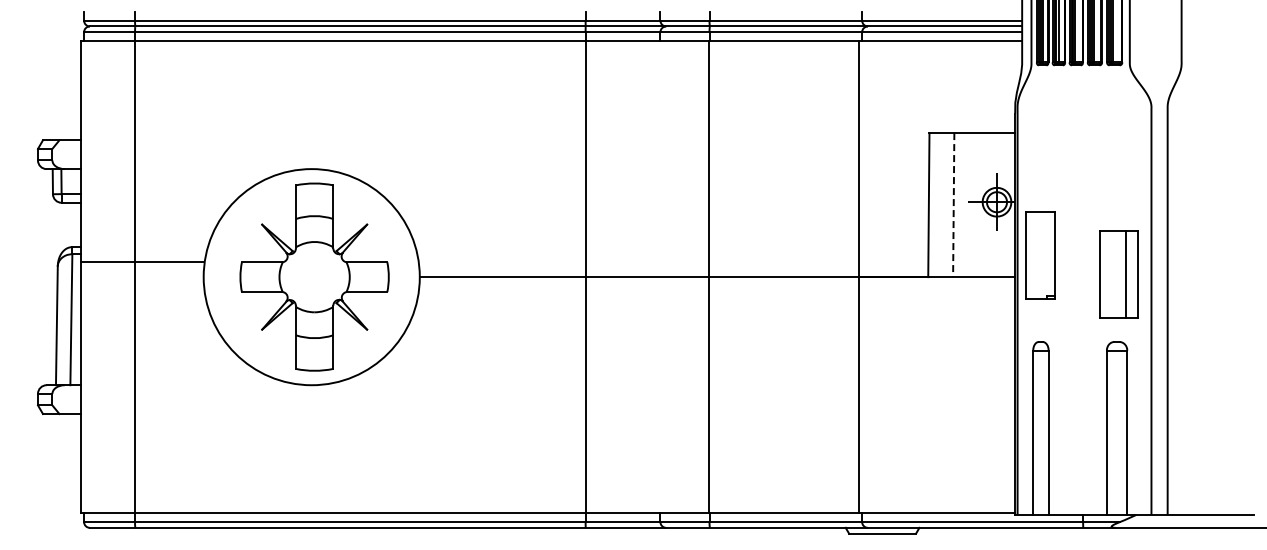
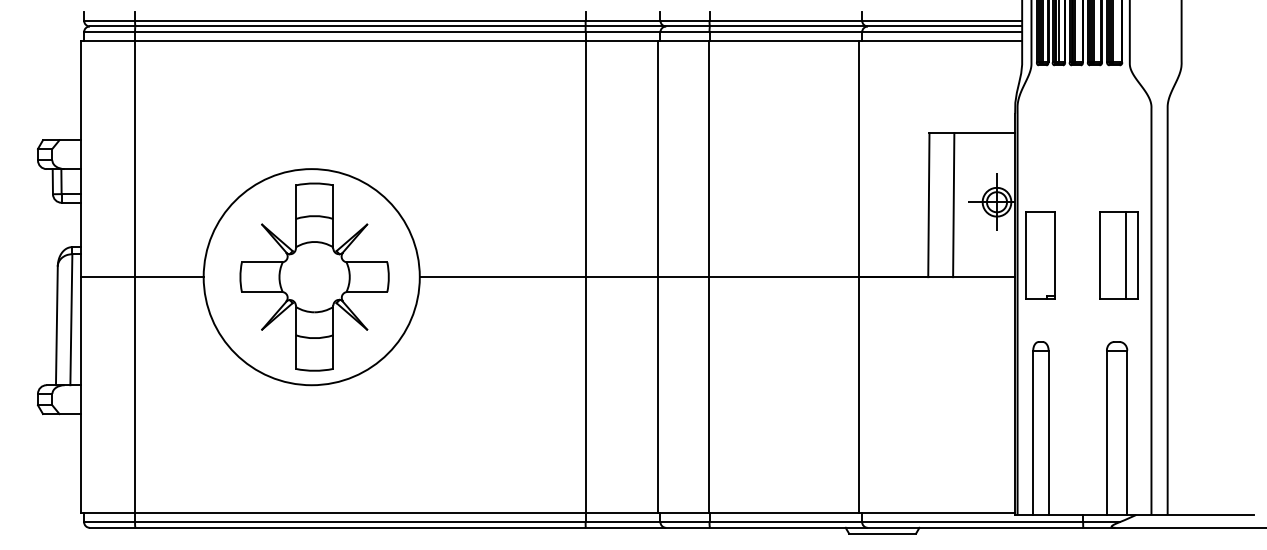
line at (953, 205): dashed -> solid
line at (142, 262) position: (142, 262) -> (142, 277)
part at (1118, 274) position: (1118, 274) -> (1118, 255)
line at (657, 276): none -> present
